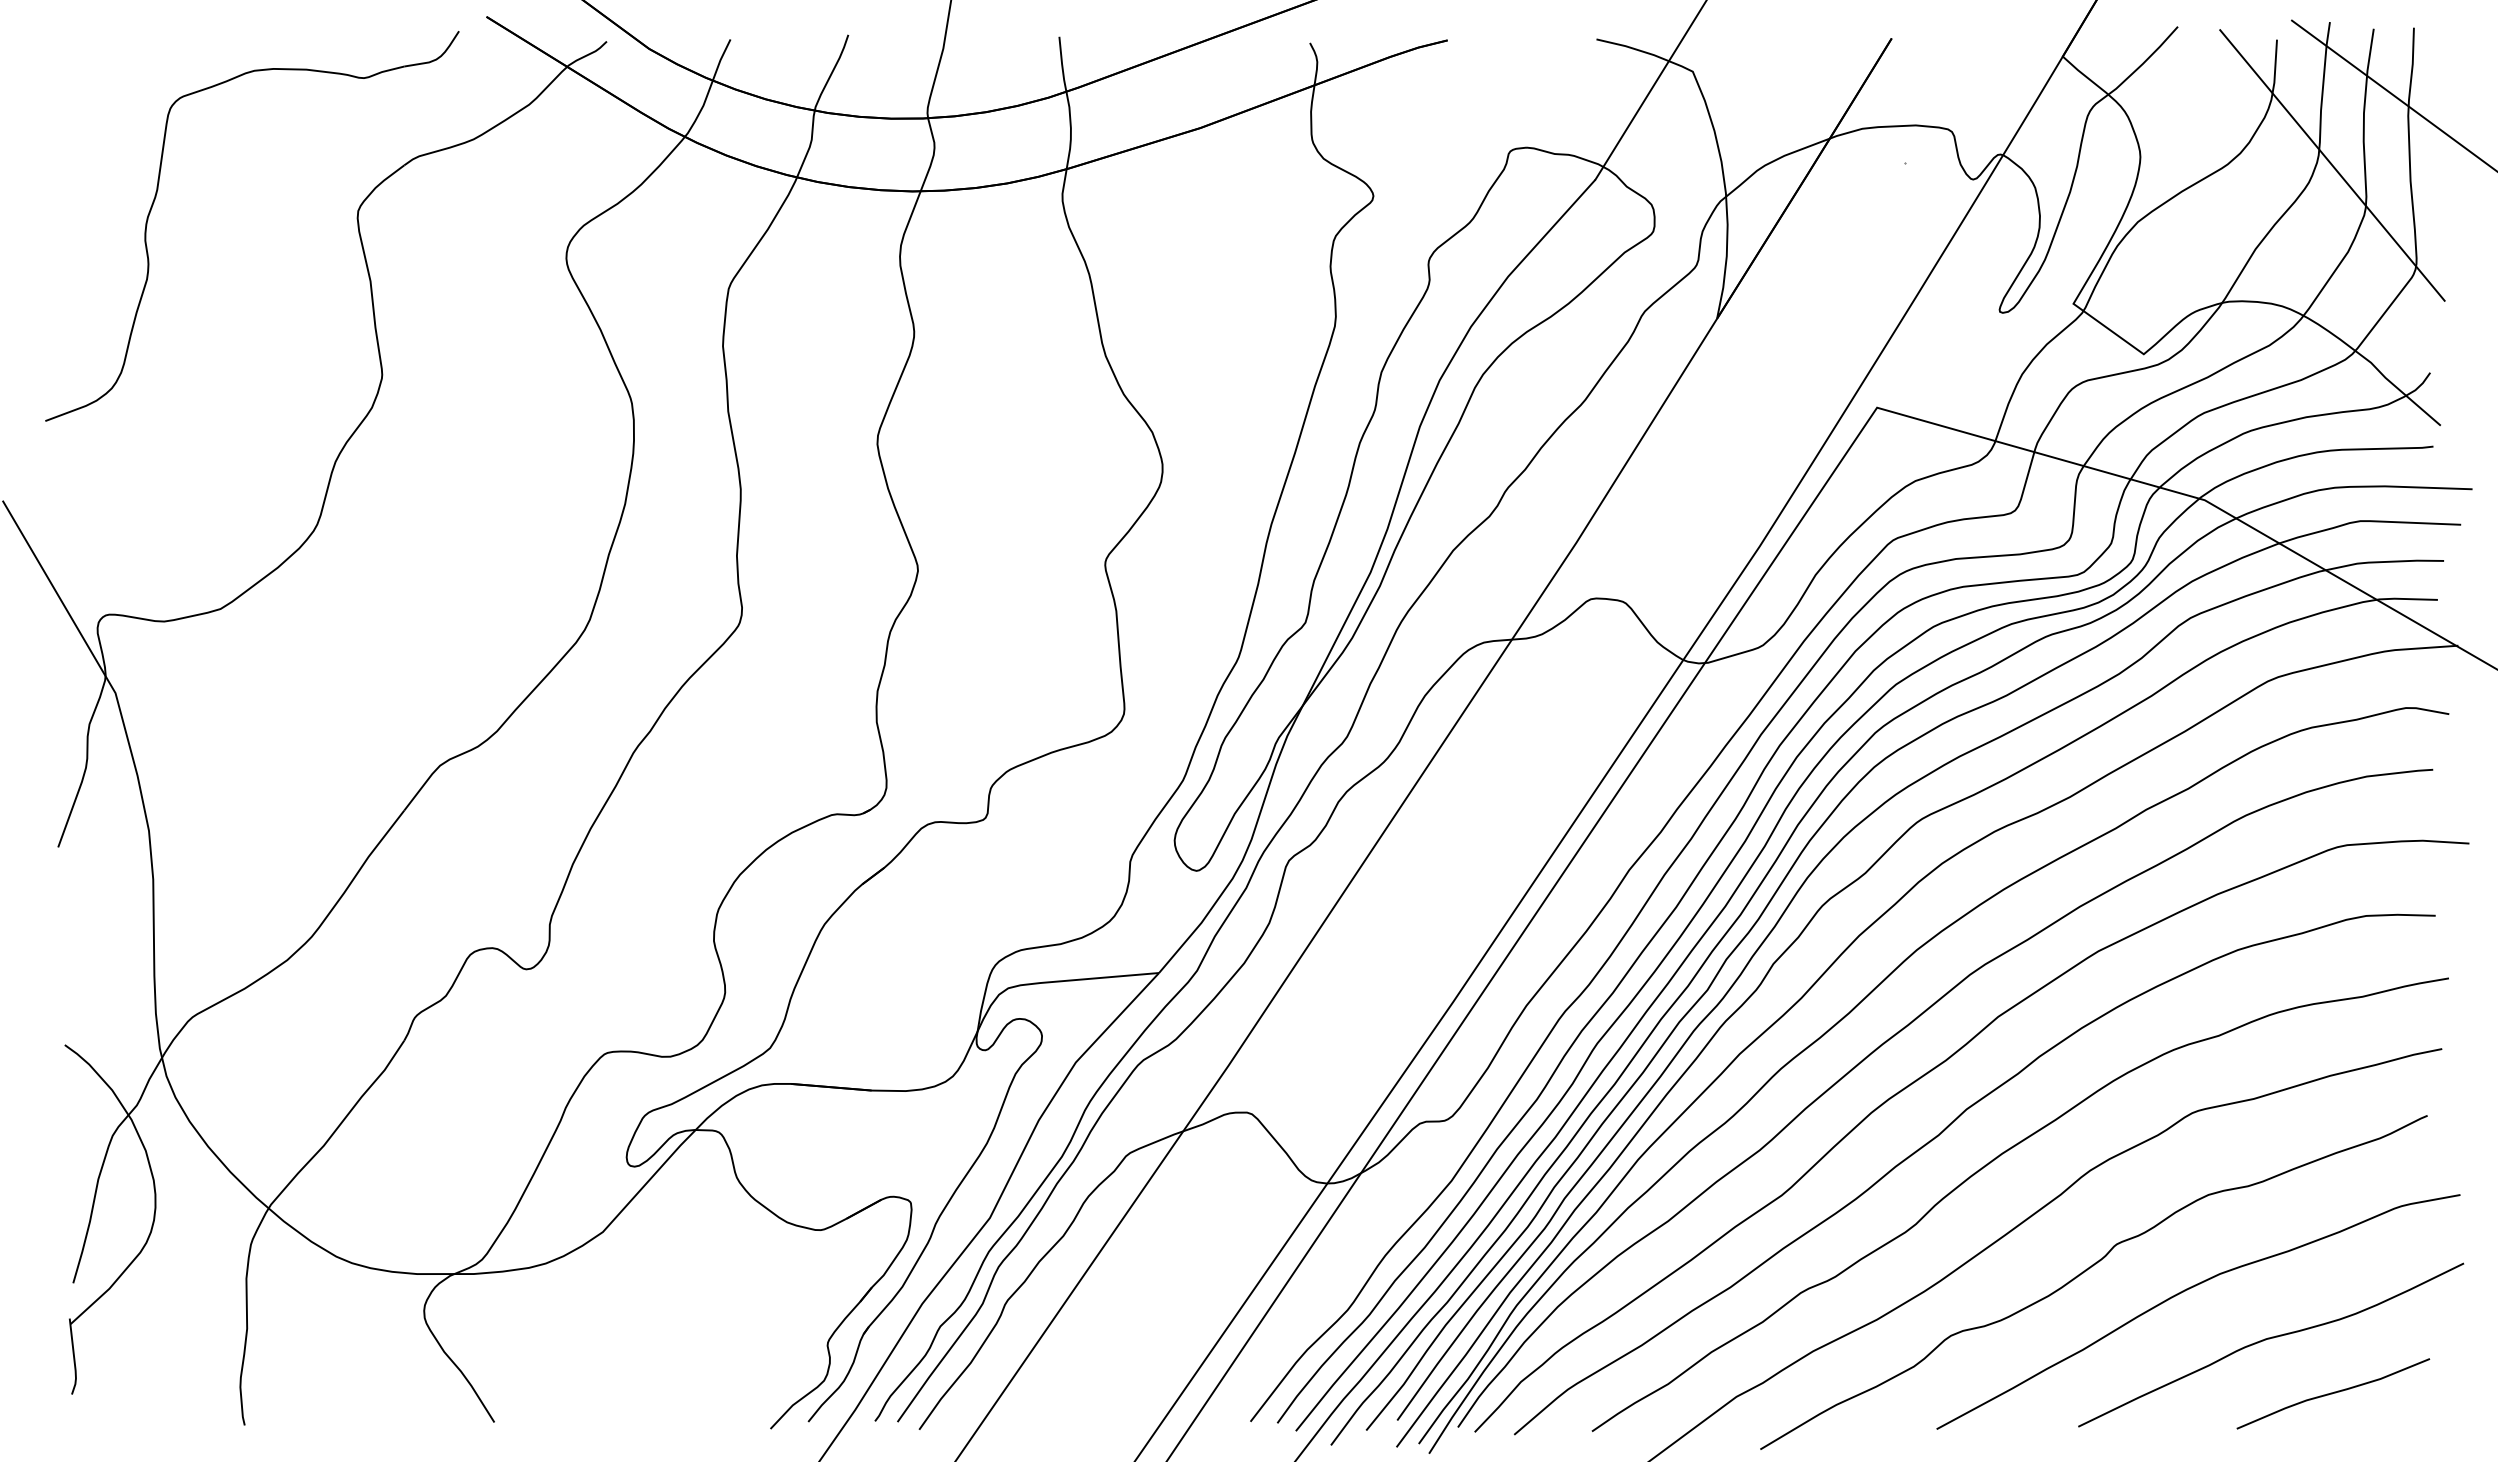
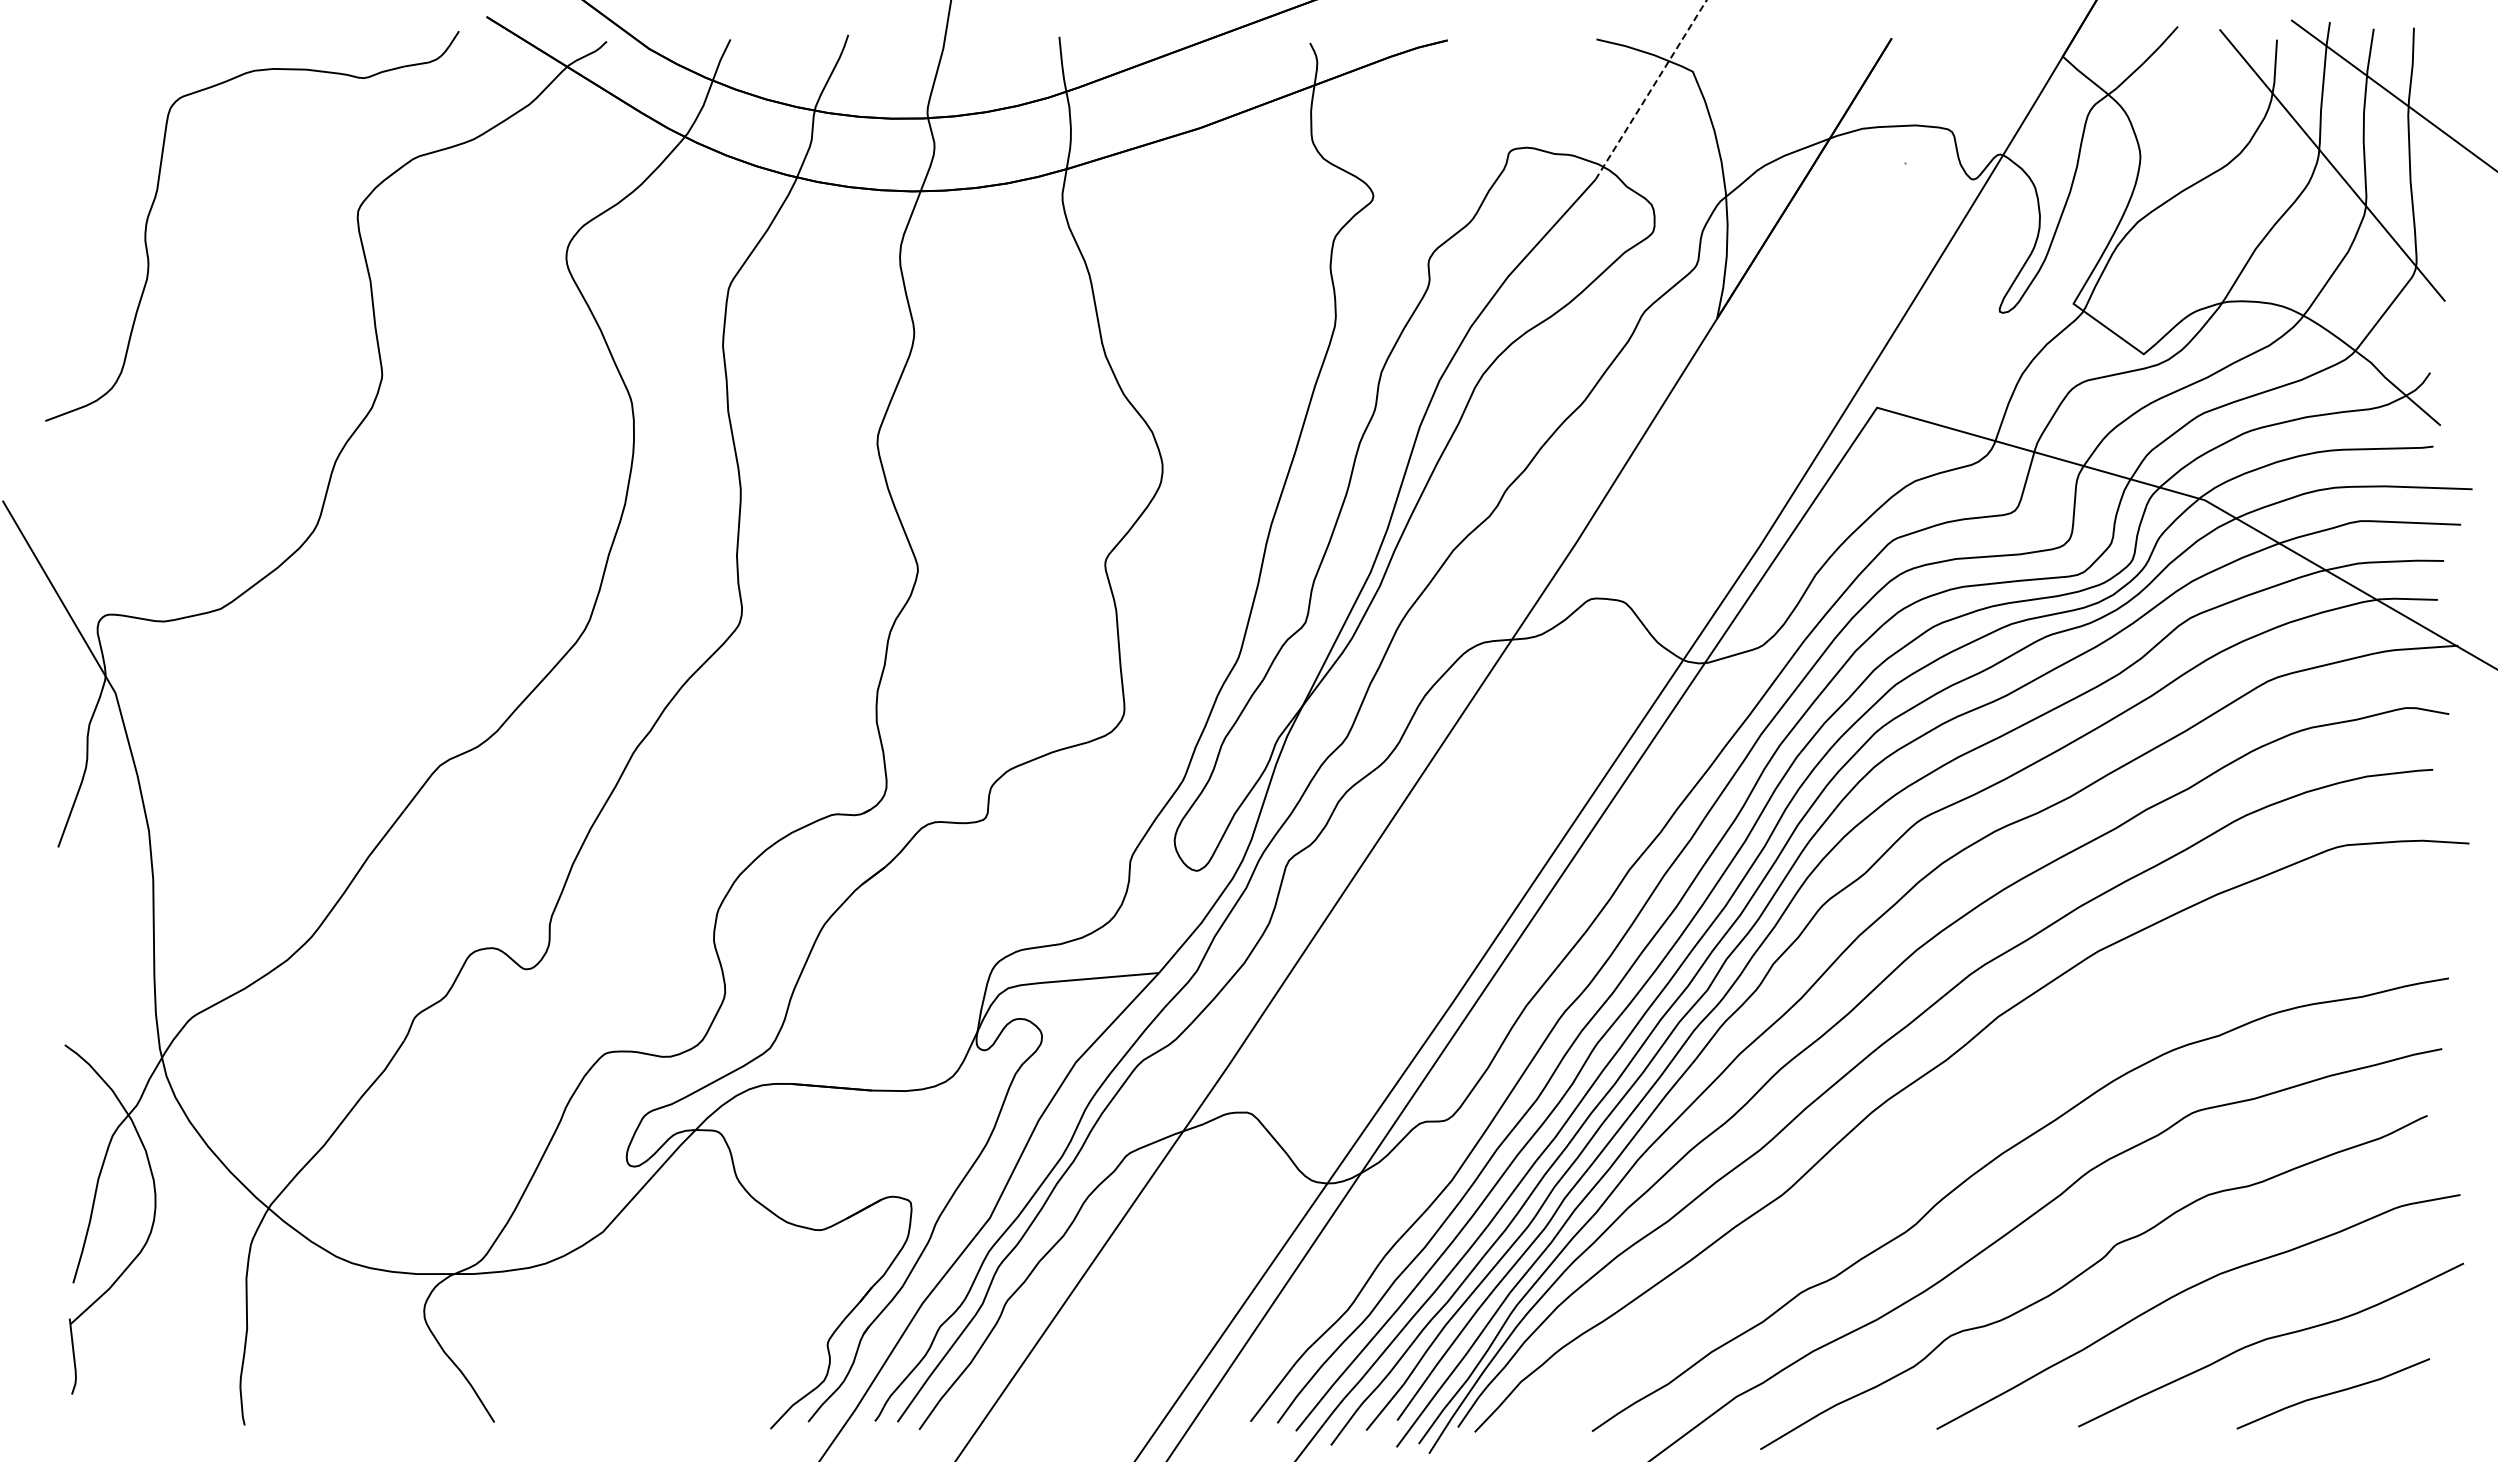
line at (1651, 89): solid -> dashed
curve at (1943, 1132): present -> none
